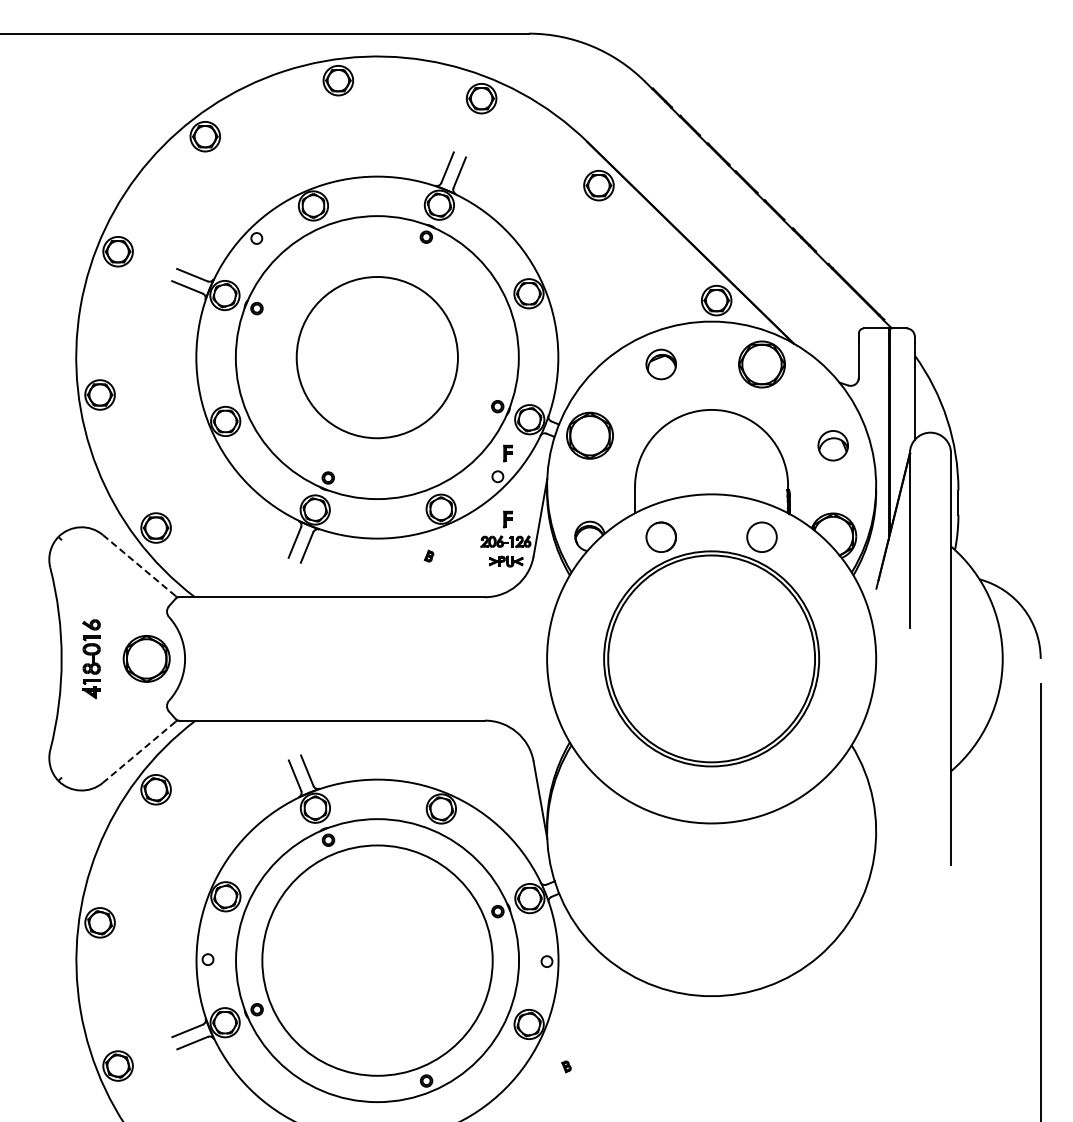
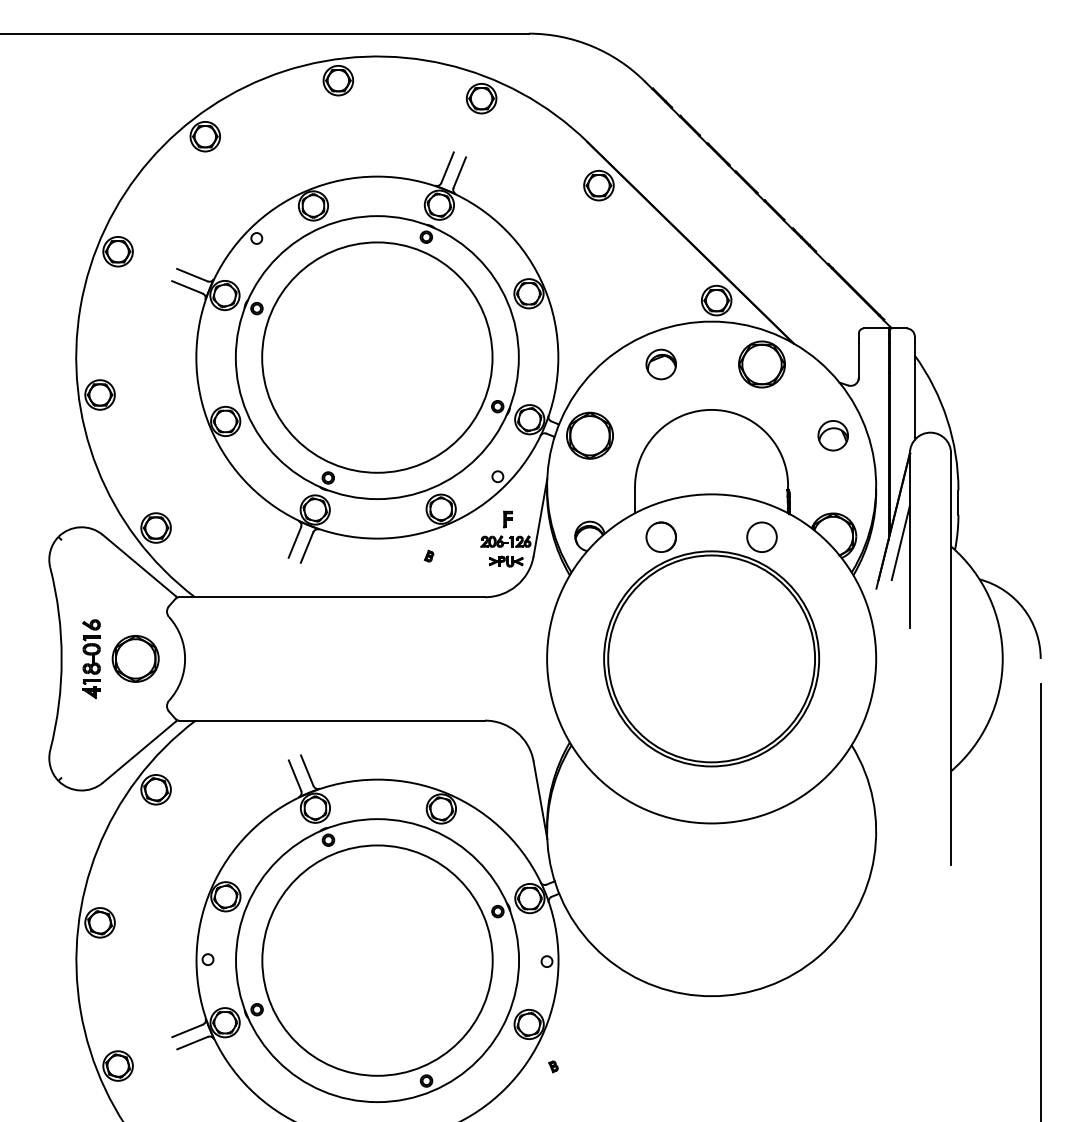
circle at (376, 357) diameter: 161 px -> 230 px
part at (832, 445) position: (832, 445) -> (832, 435)
part at (507, 453): present -> none
line at (900, 542): none -> present
line at (139, 565): dashed -> solid
part at (146, 658) position: (146, 658) -> (135, 658)
line at (138, 752): dashed -> solid
part at (566, 1066) position: (566, 1066) -> (553, 1066)
